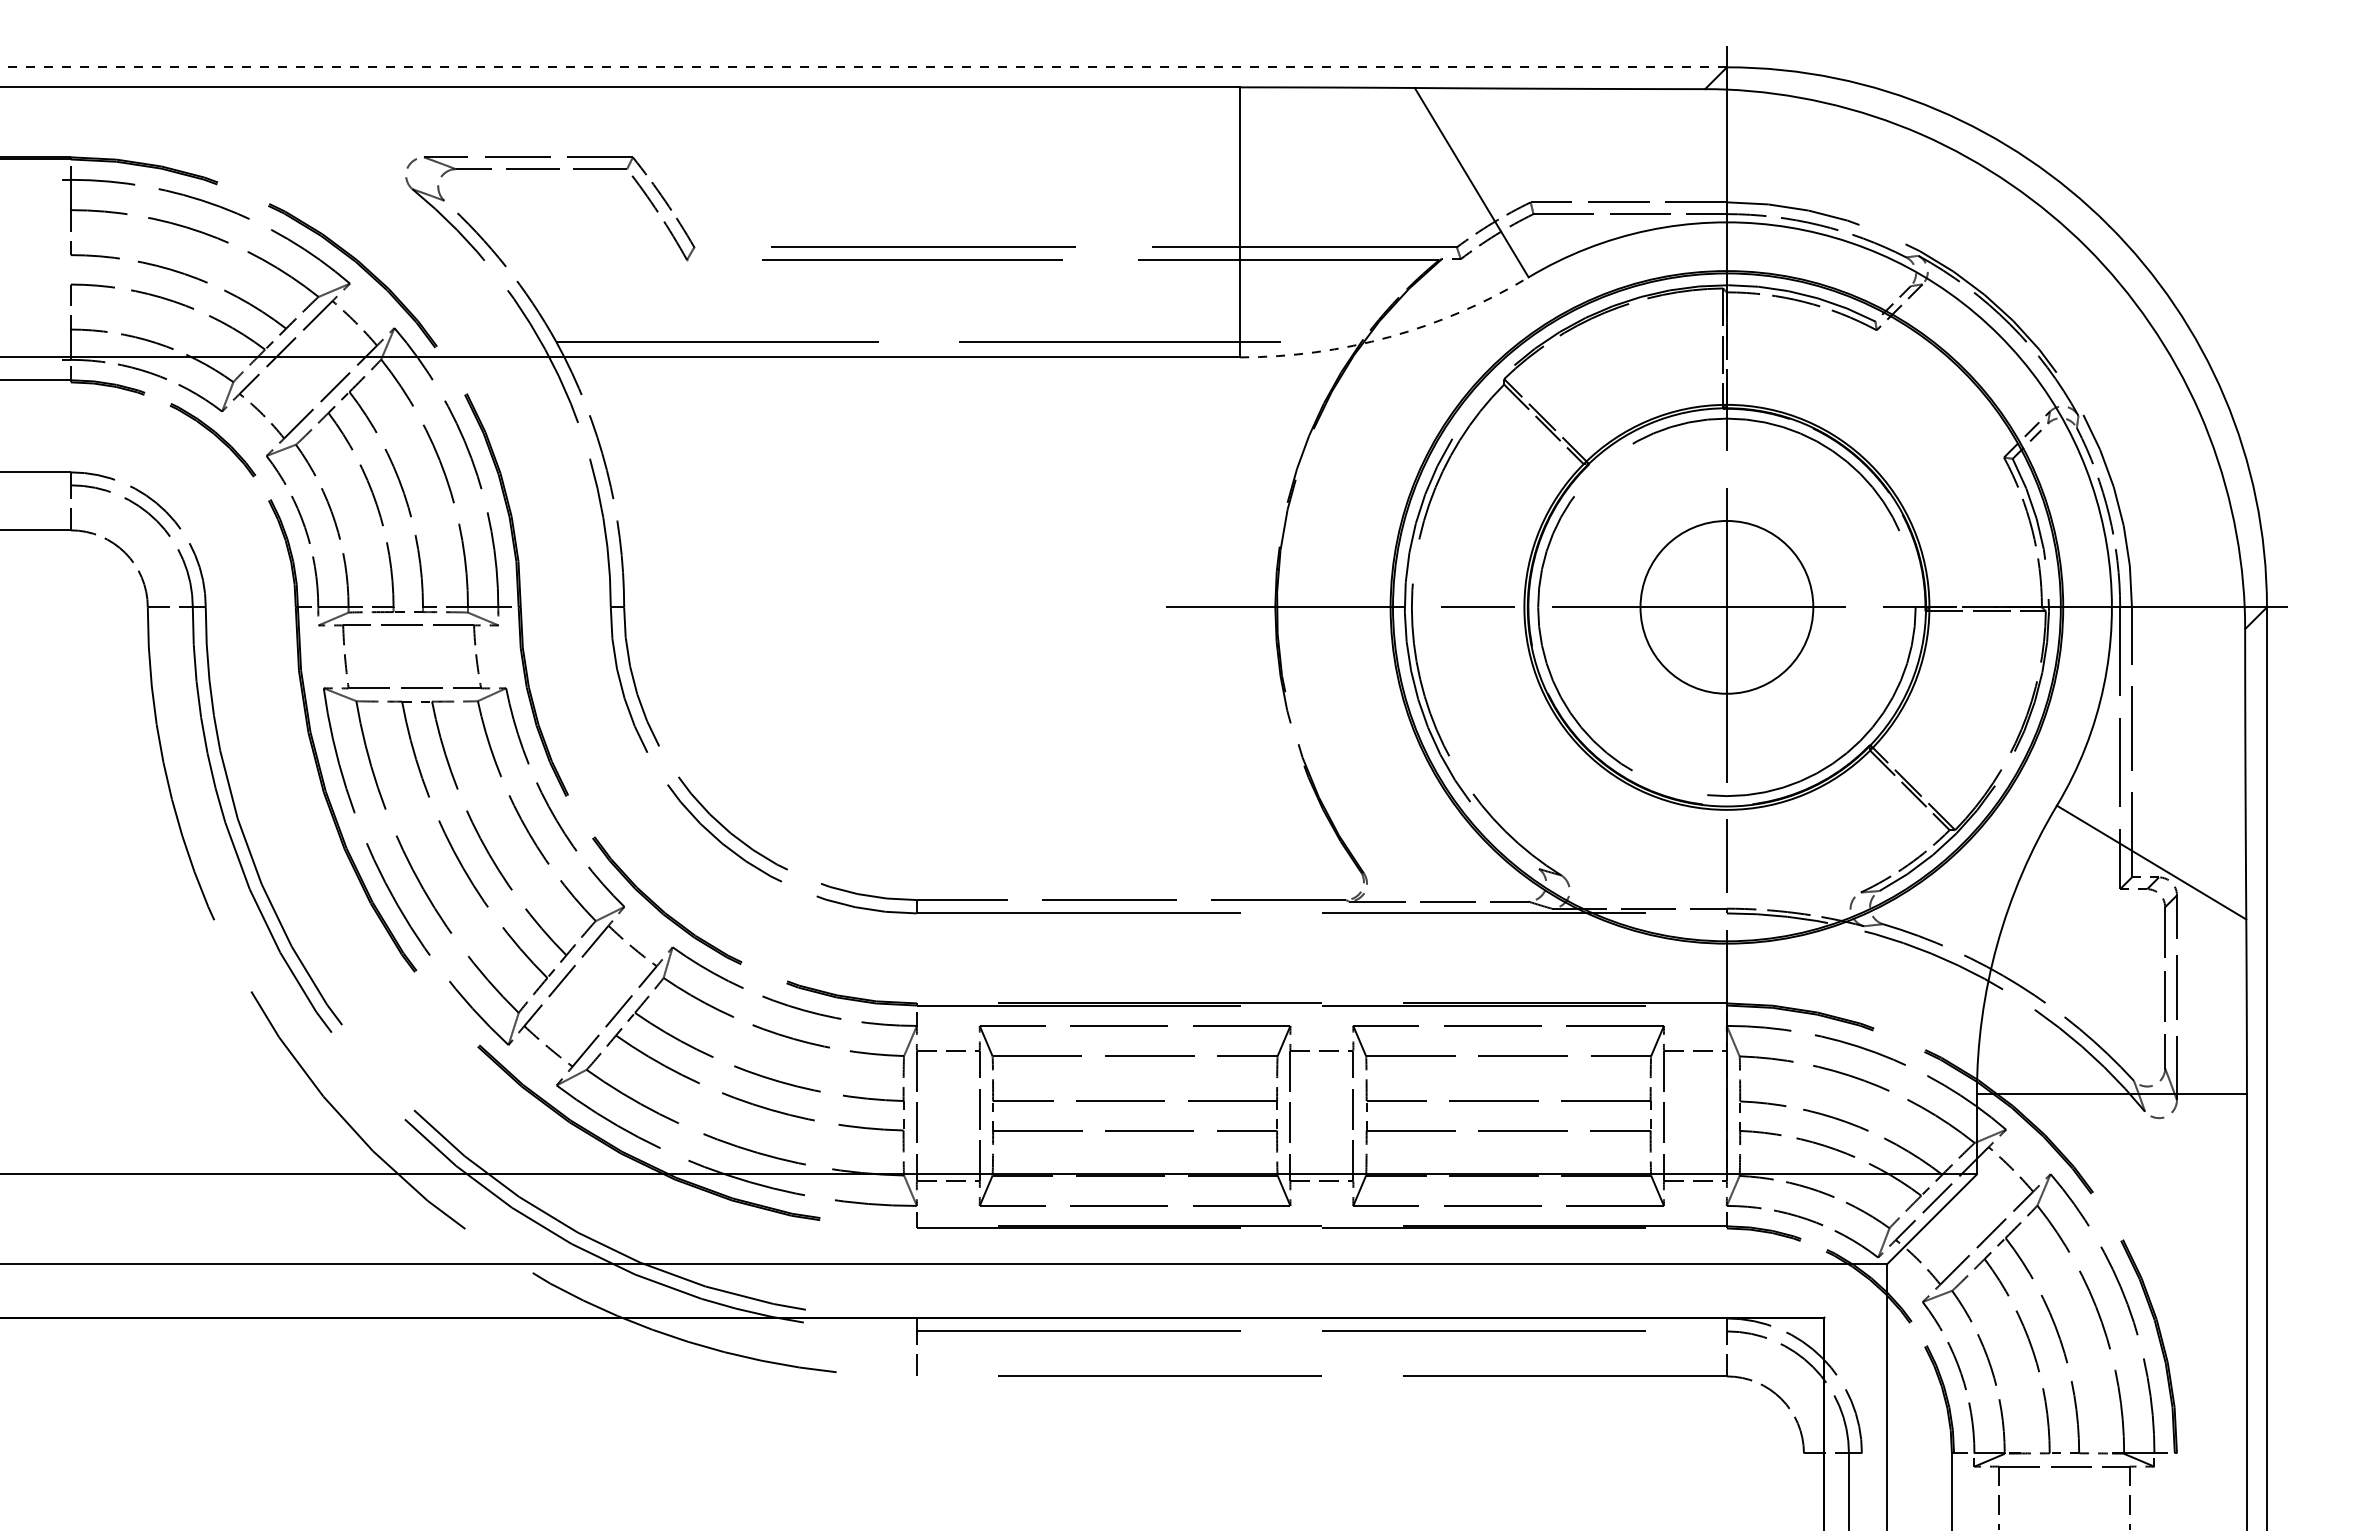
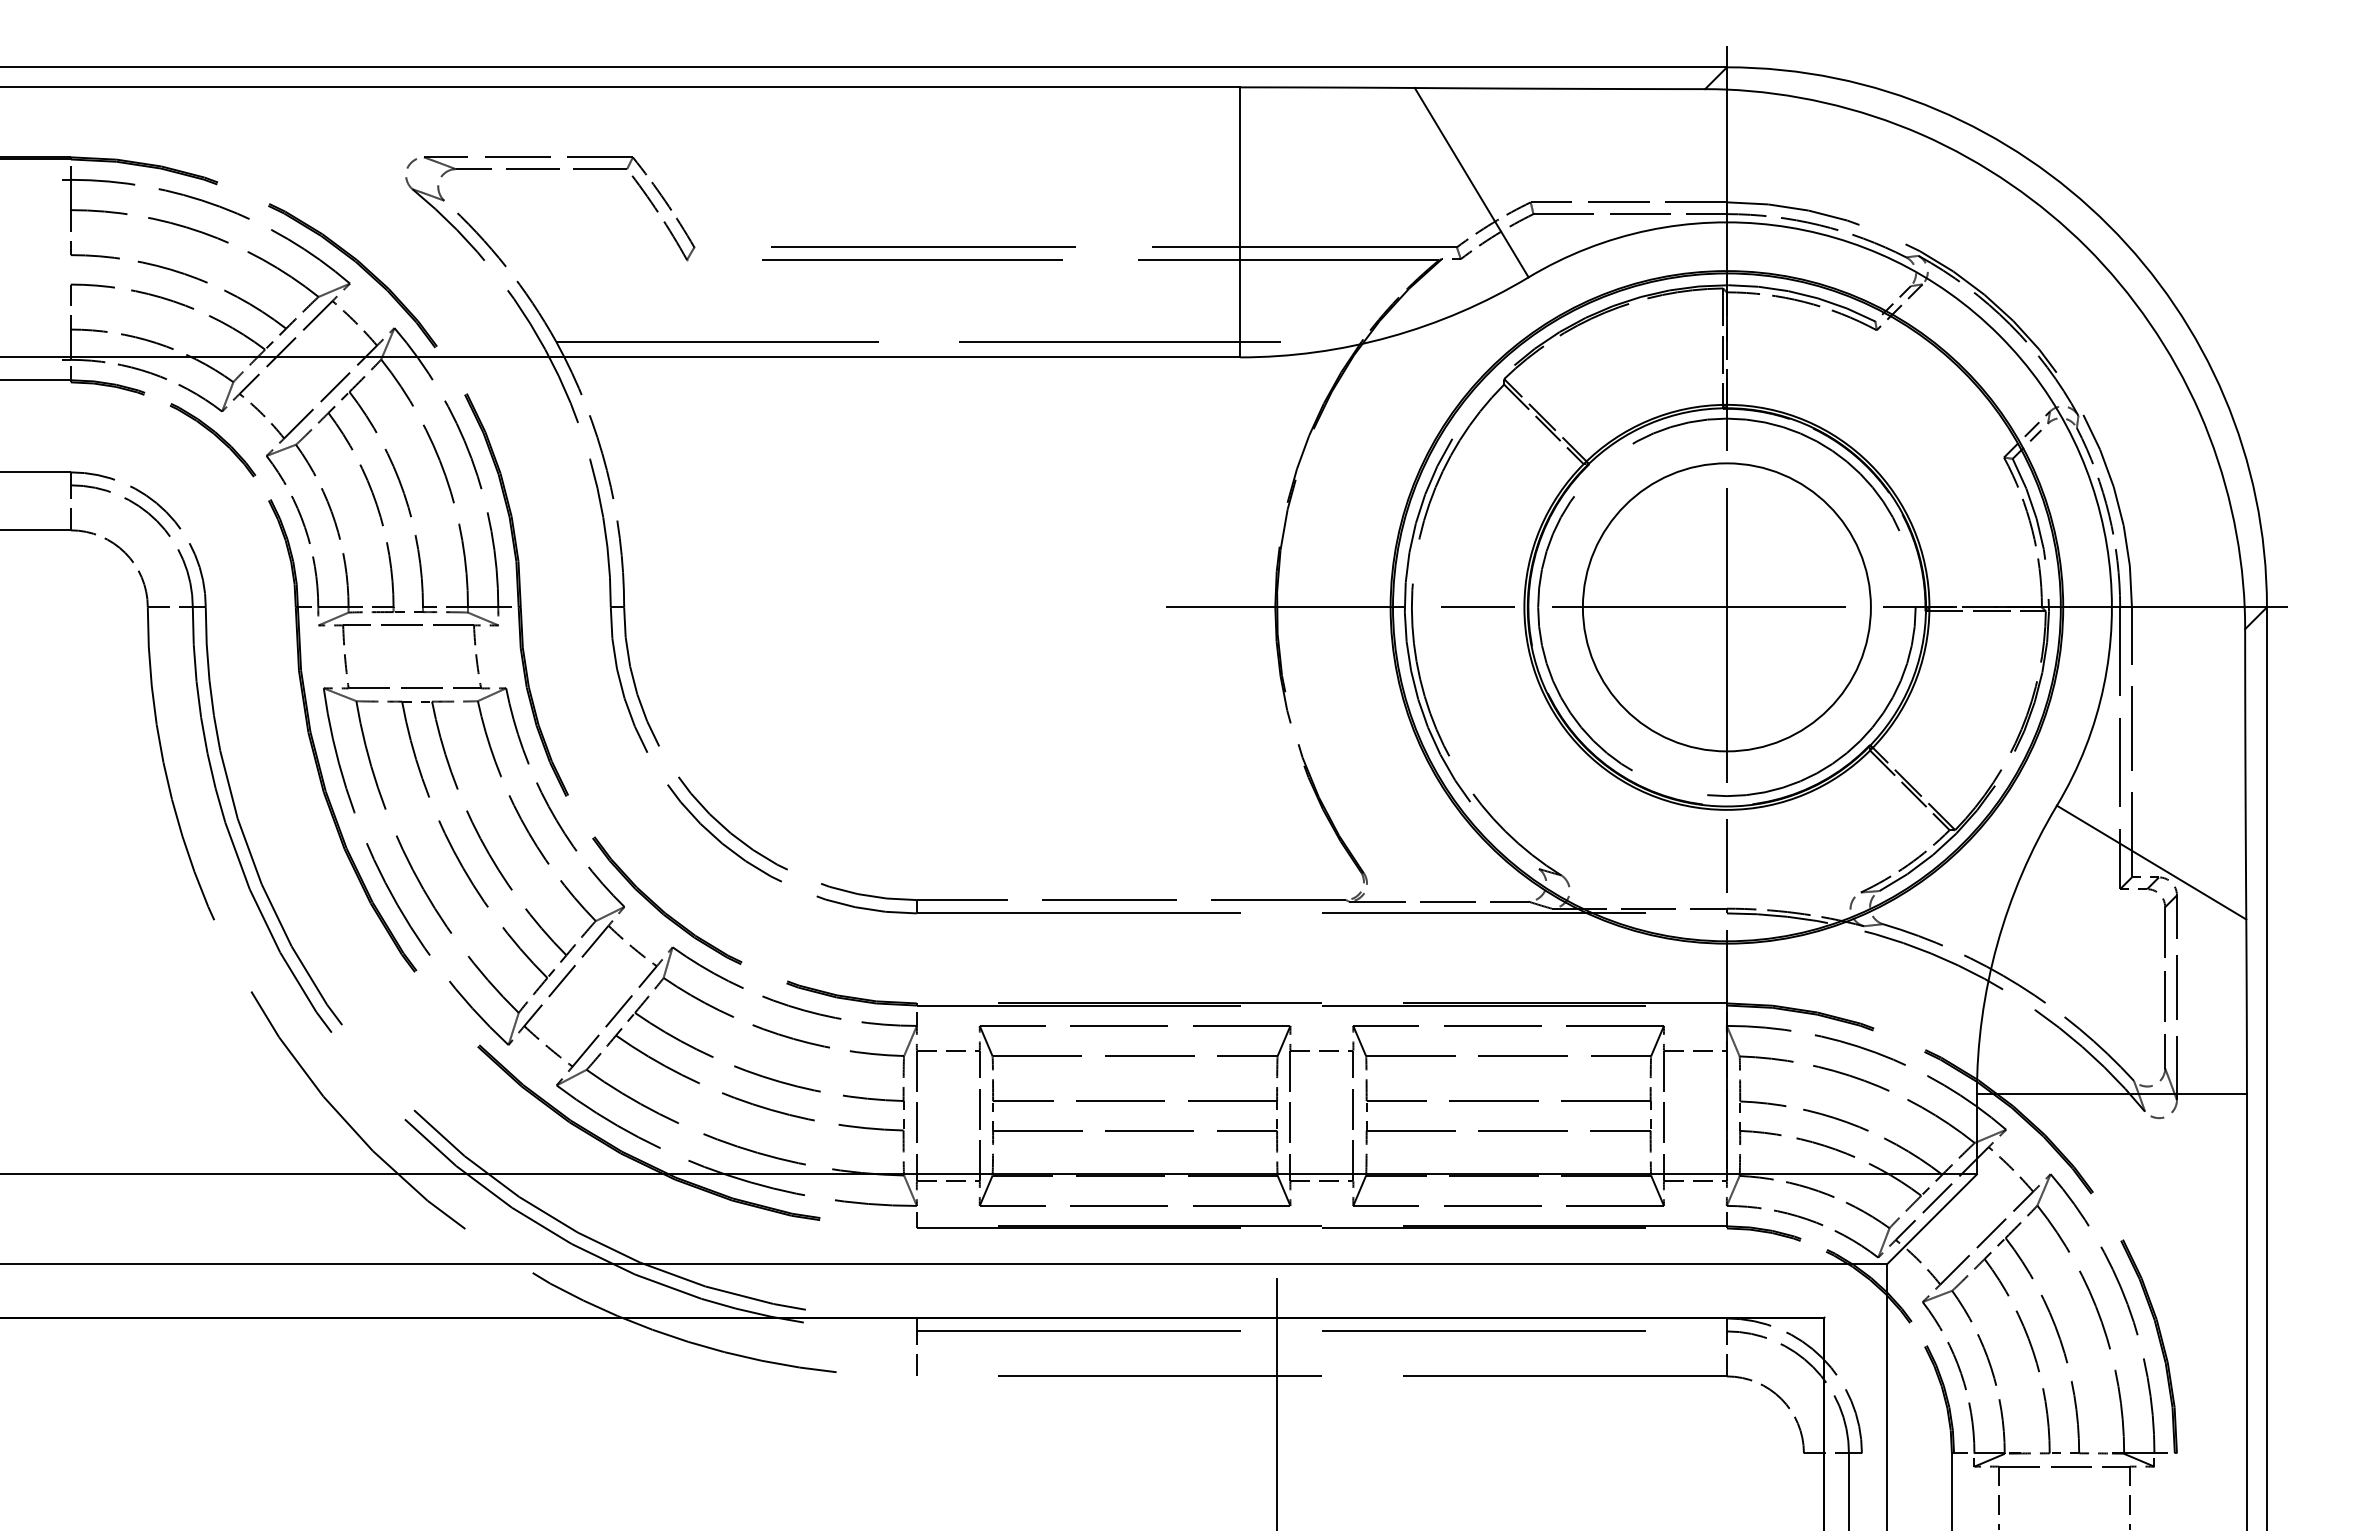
line at (863, 67): dashed -> solid
arc at (1389, 337): dashed -> solid
circle at (1726, 606) diameter: 173 px -> 288 px
line at (1276, 1402): none -> present
